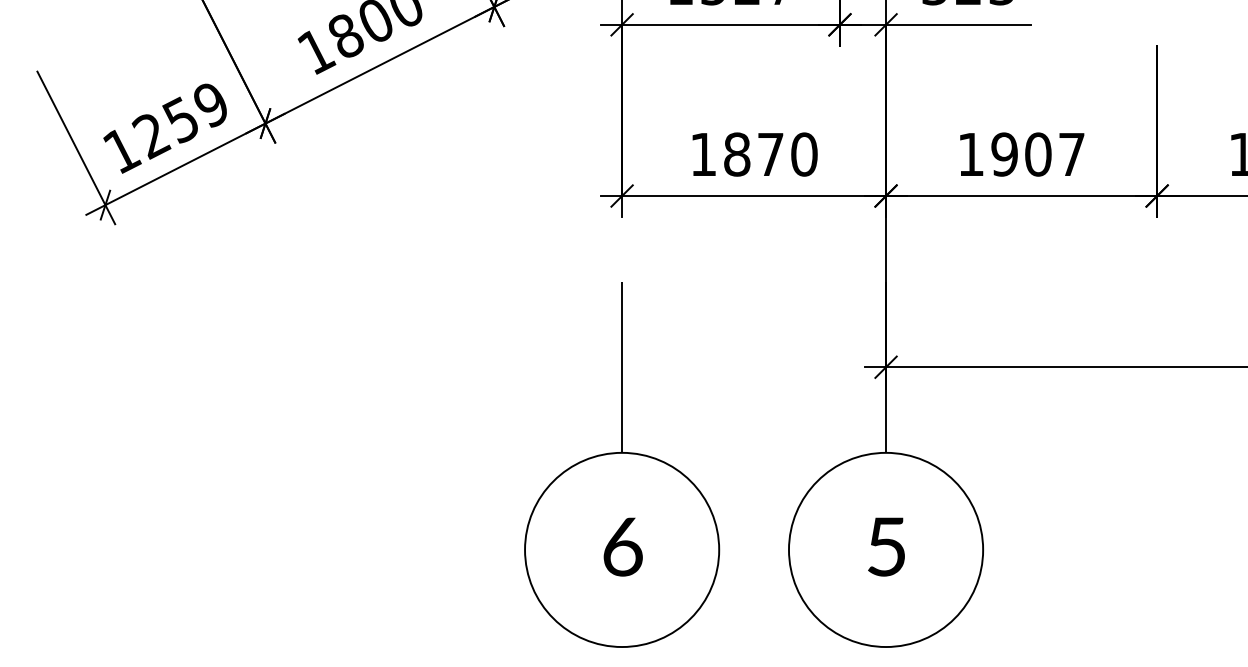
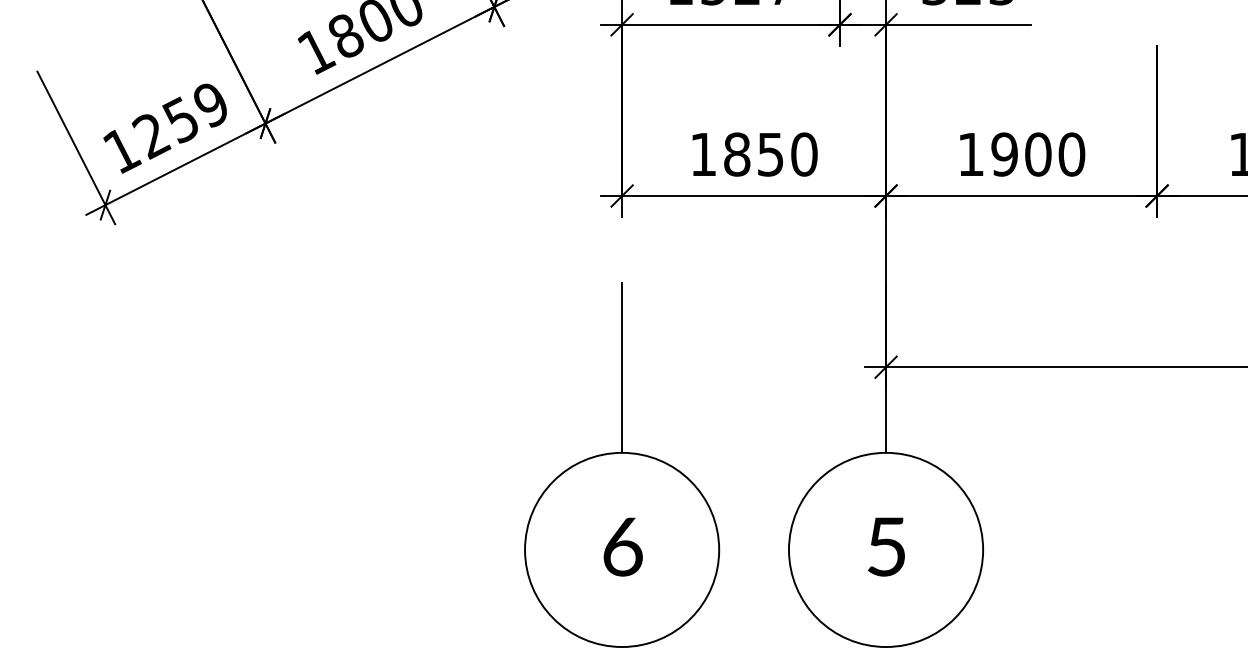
text at (770, 154): 1870 -> 1850
text at (1071, 154): 1907 -> 1900
